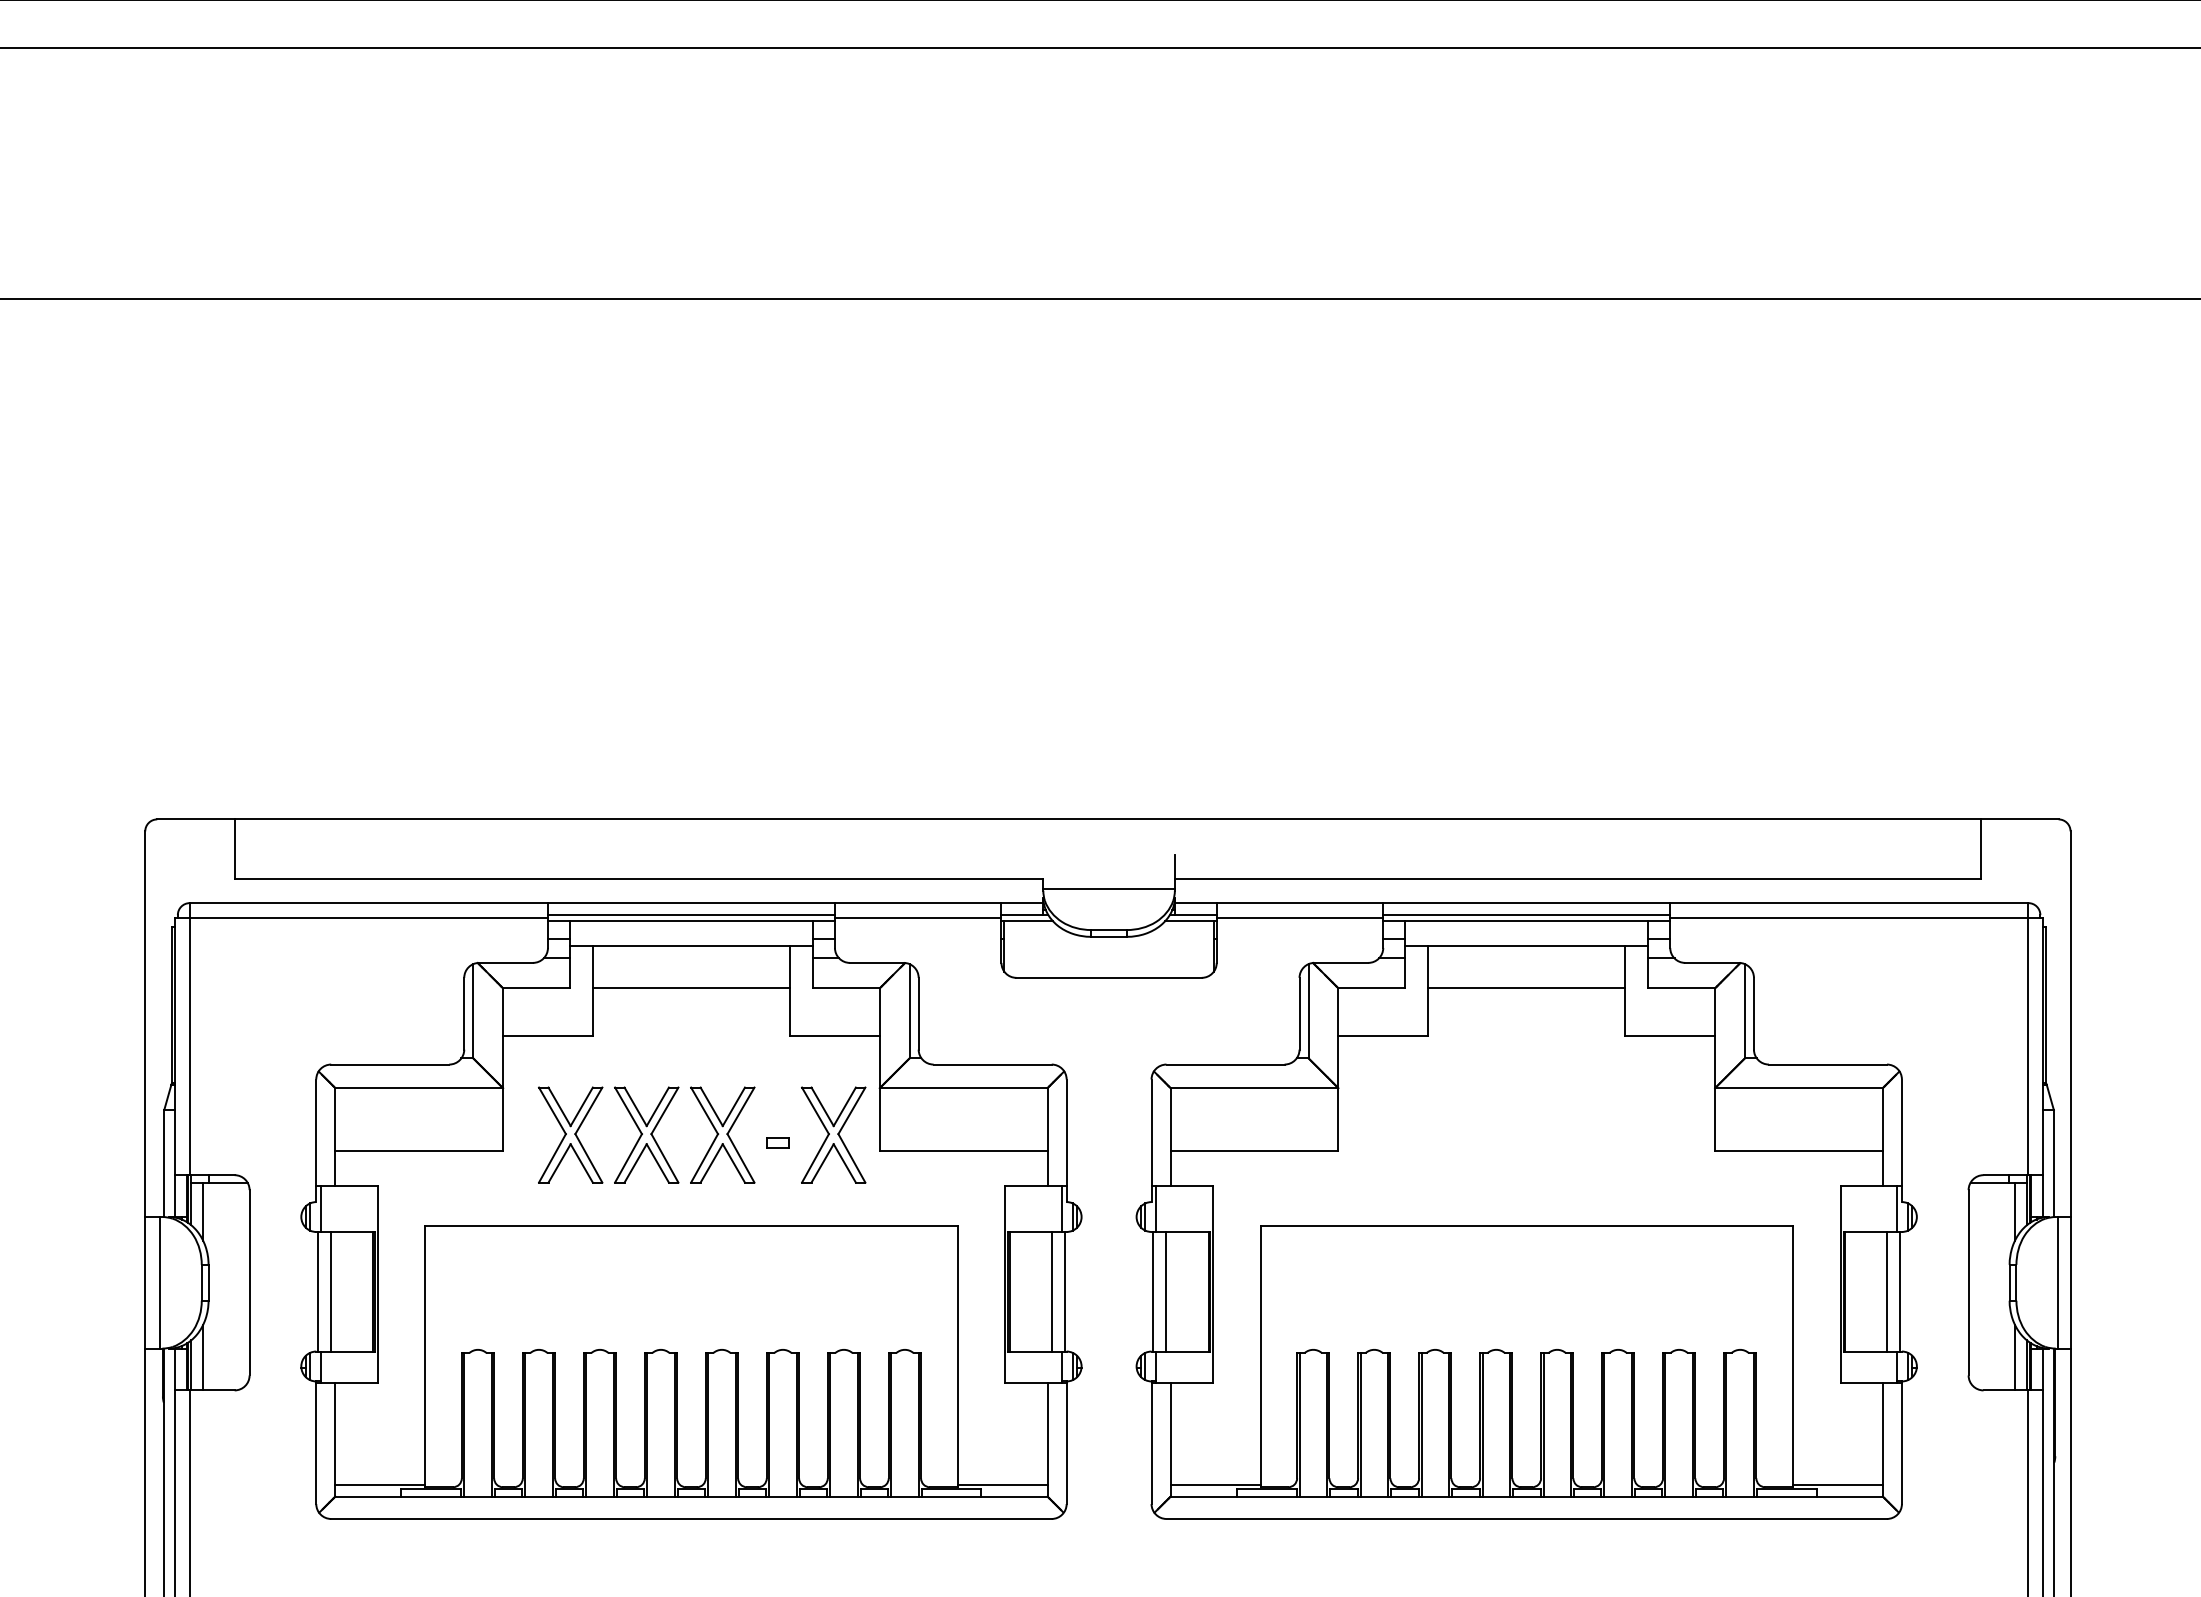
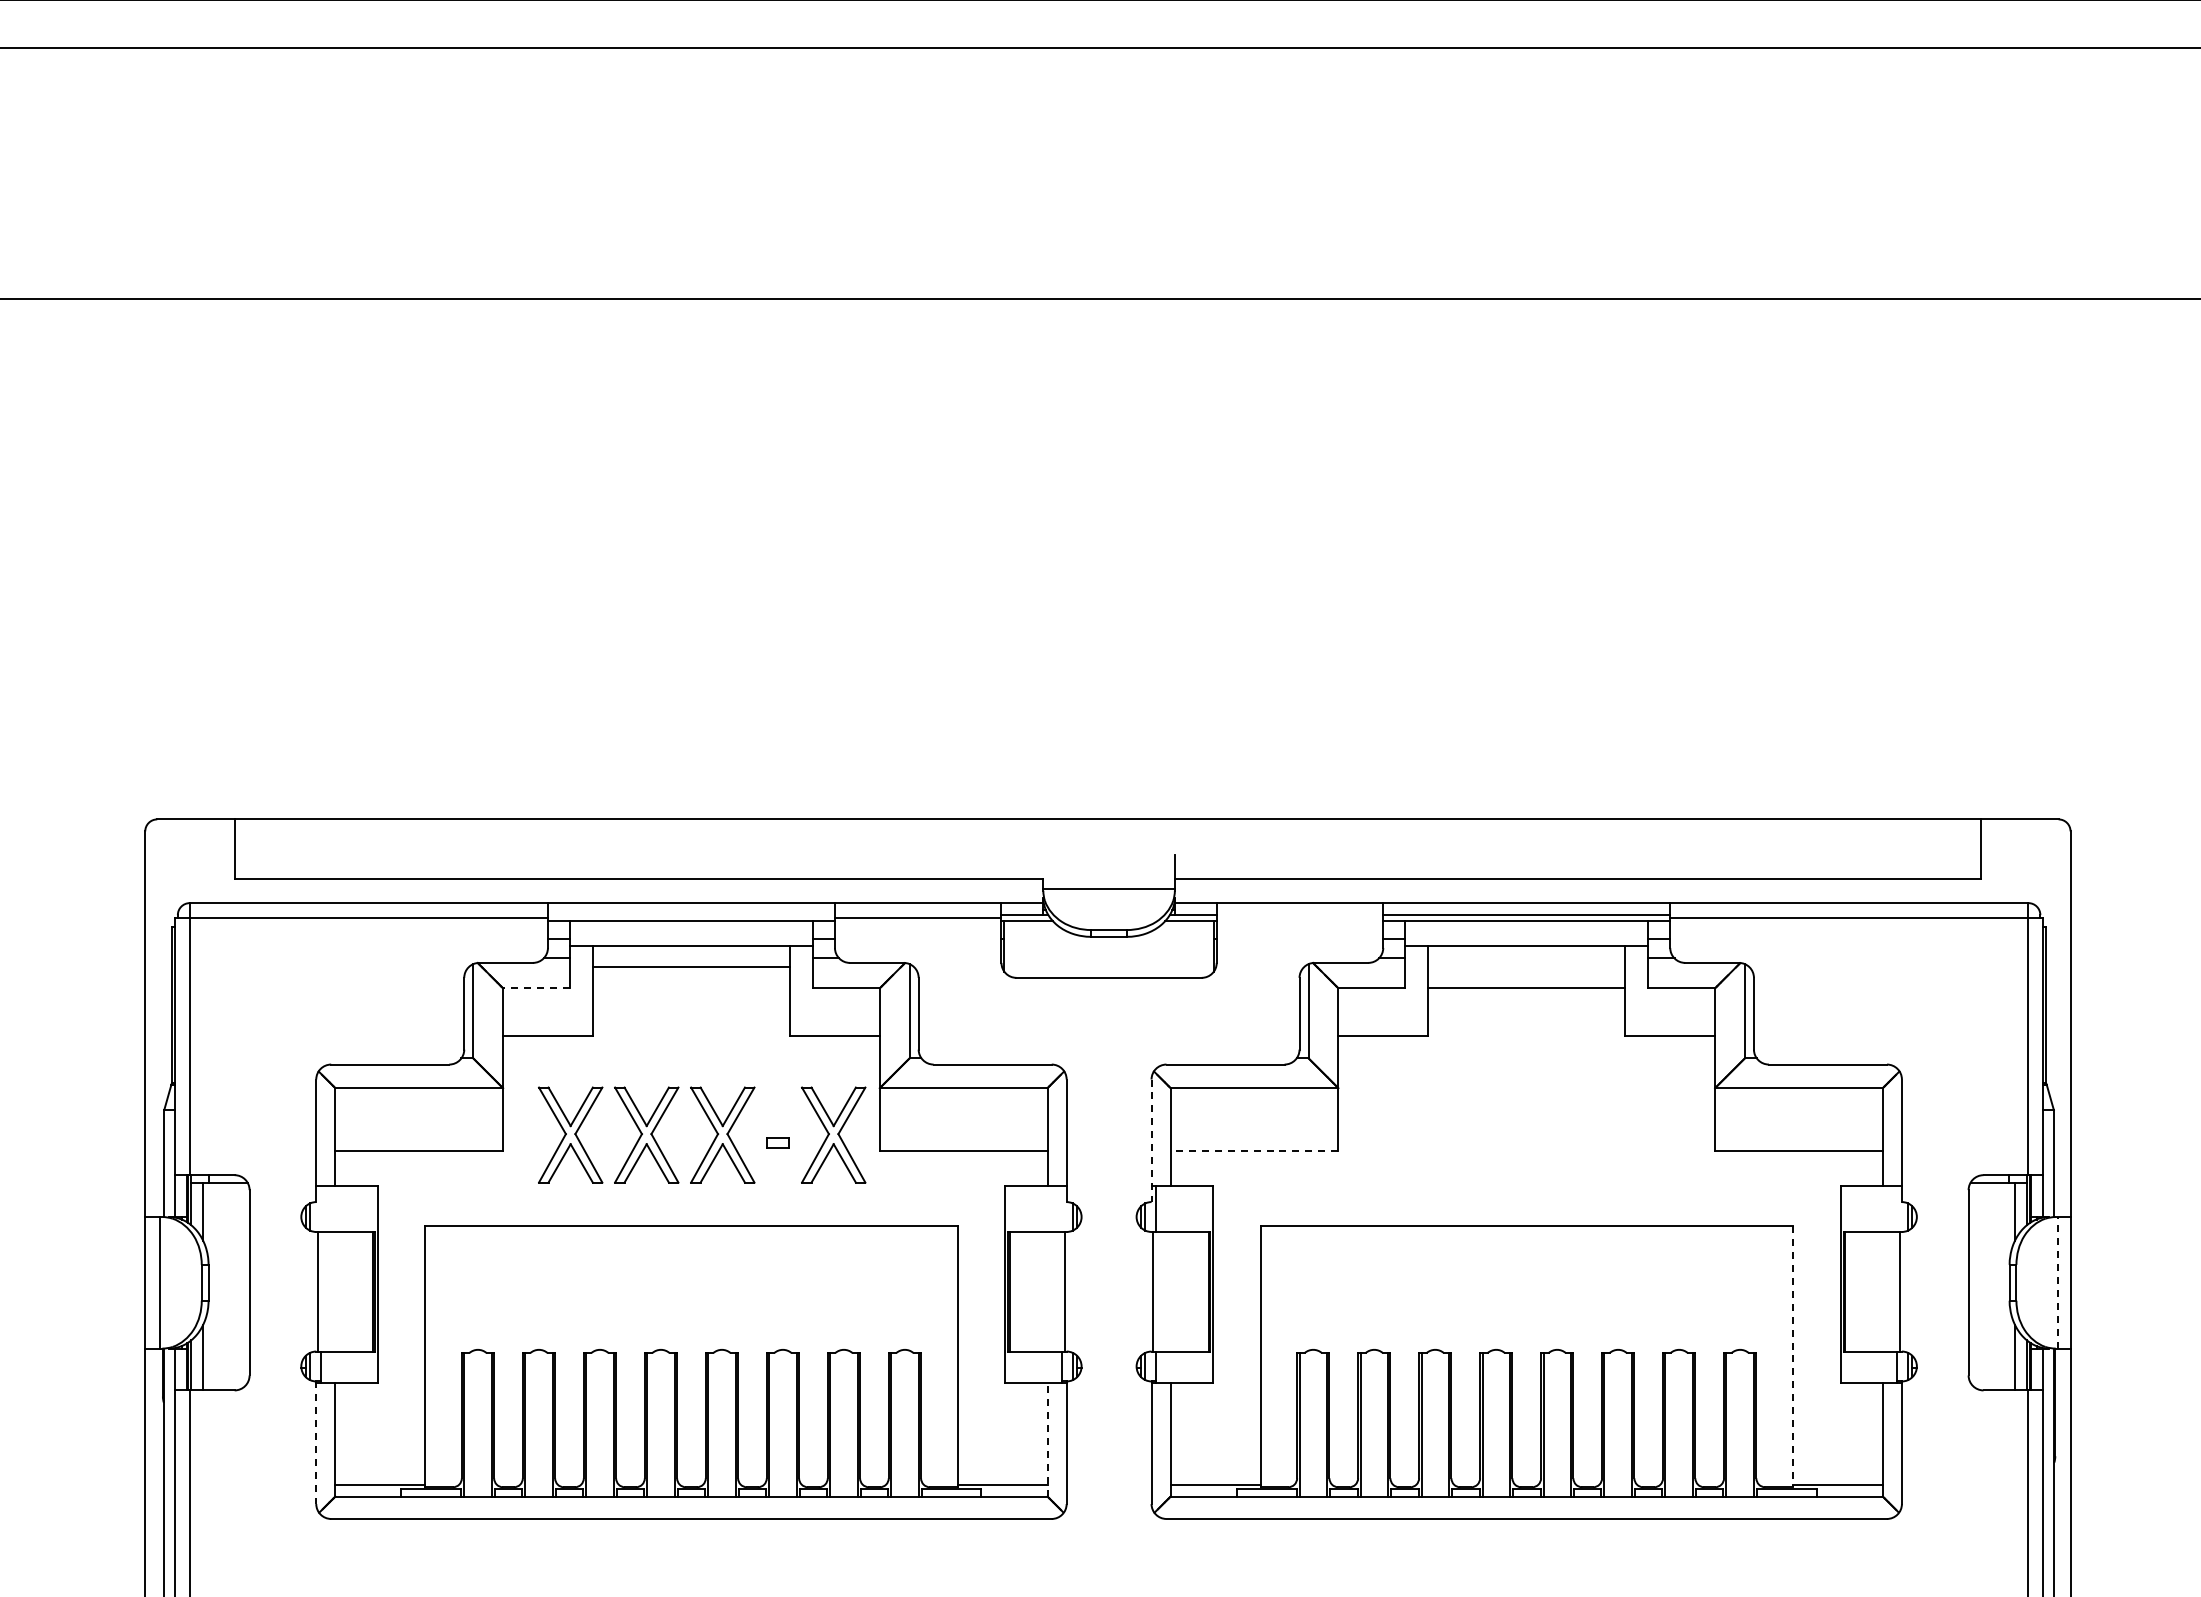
line at (690, 915): present -> none
line at (1299, 918): present -> none
line at (536, 988): solid -> dashed
line at (691, 988) position: (691, 988) -> (691, 967)
line at (1151, 1141): solid -> dashed
line at (1254, 1150): solid -> dashed
line at (320, 1208): present -> none
line at (1062, 1208): present -> none
line at (1897, 1208): present -> none
line at (2057, 1282): solid -> dashed
line at (330, 1291): present -> none
line at (1052, 1291): present -> none
line at (1166, 1291): present -> none
line at (1887, 1291): present -> none
line at (1792, 1356): solid -> dashed
line at (1047, 1439): solid -> dashed
line at (316, 1443): solid -> dashed
